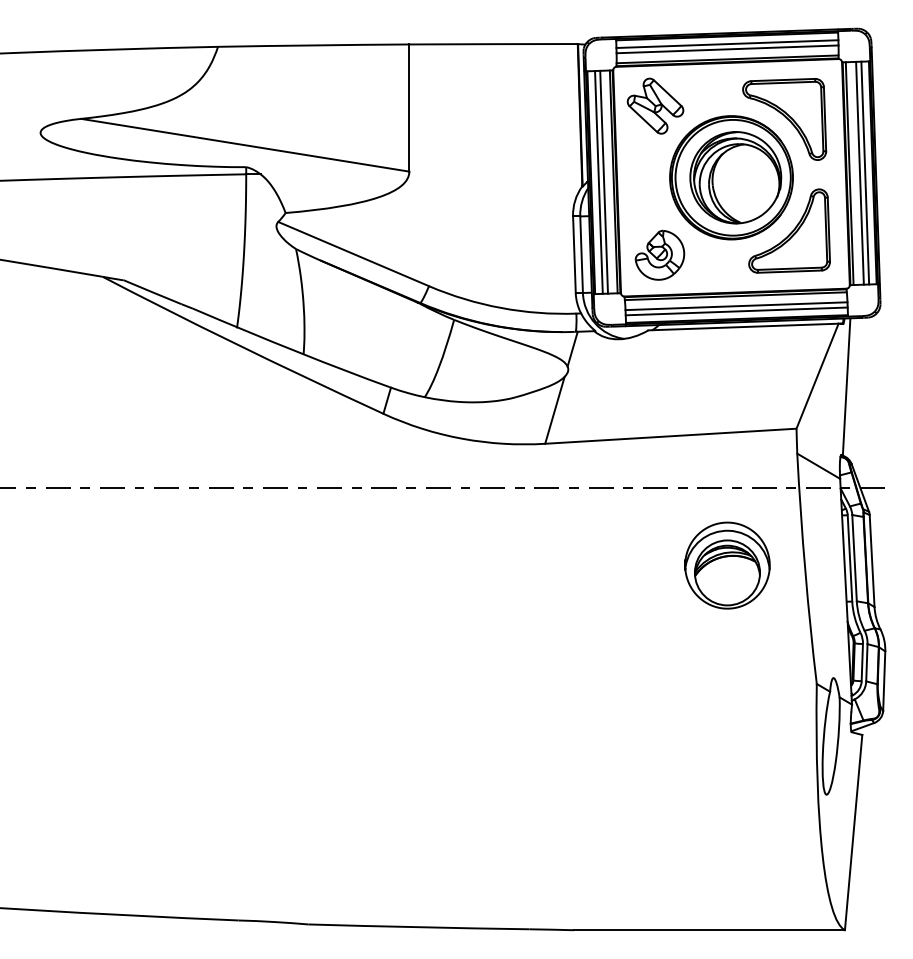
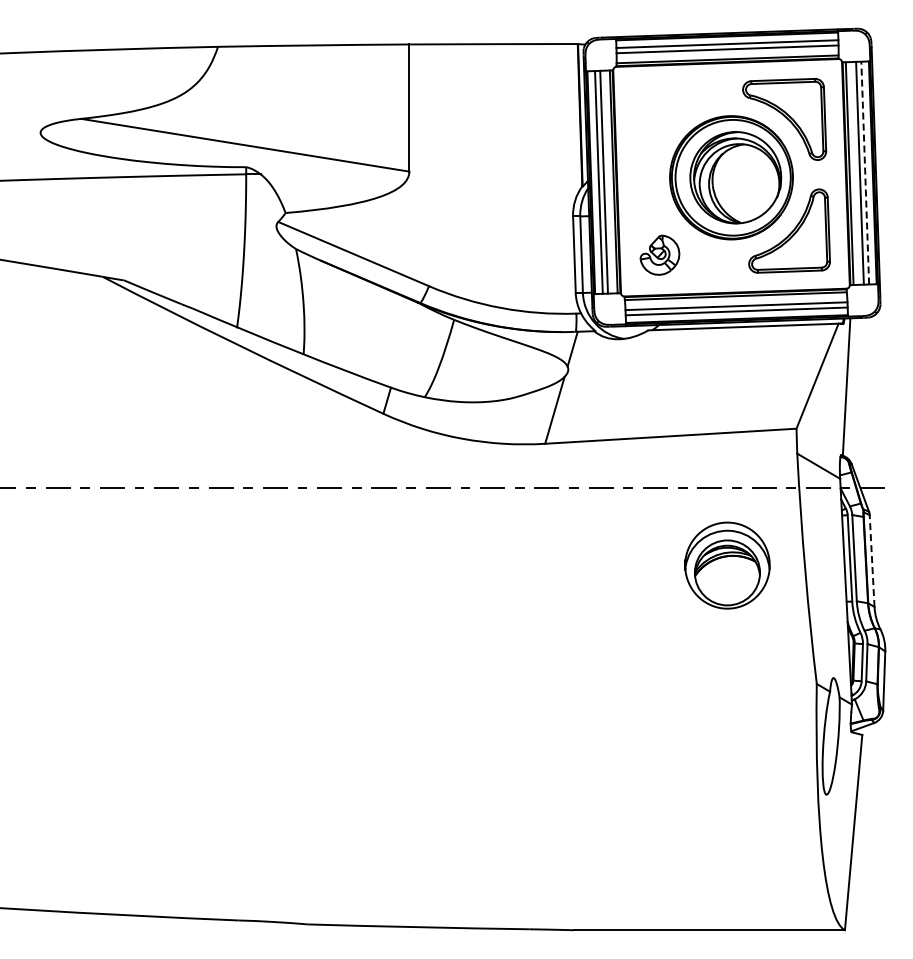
part at (655, 105): present -> none
line at (865, 172): solid -> dashed
part at (659, 254) size: 52x52 px -> 42x42 px
line at (872, 560): solid -> dashed
